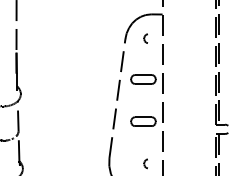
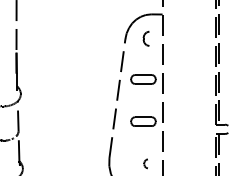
part at (145, 38) size: 5x11 px -> 8x17 px
